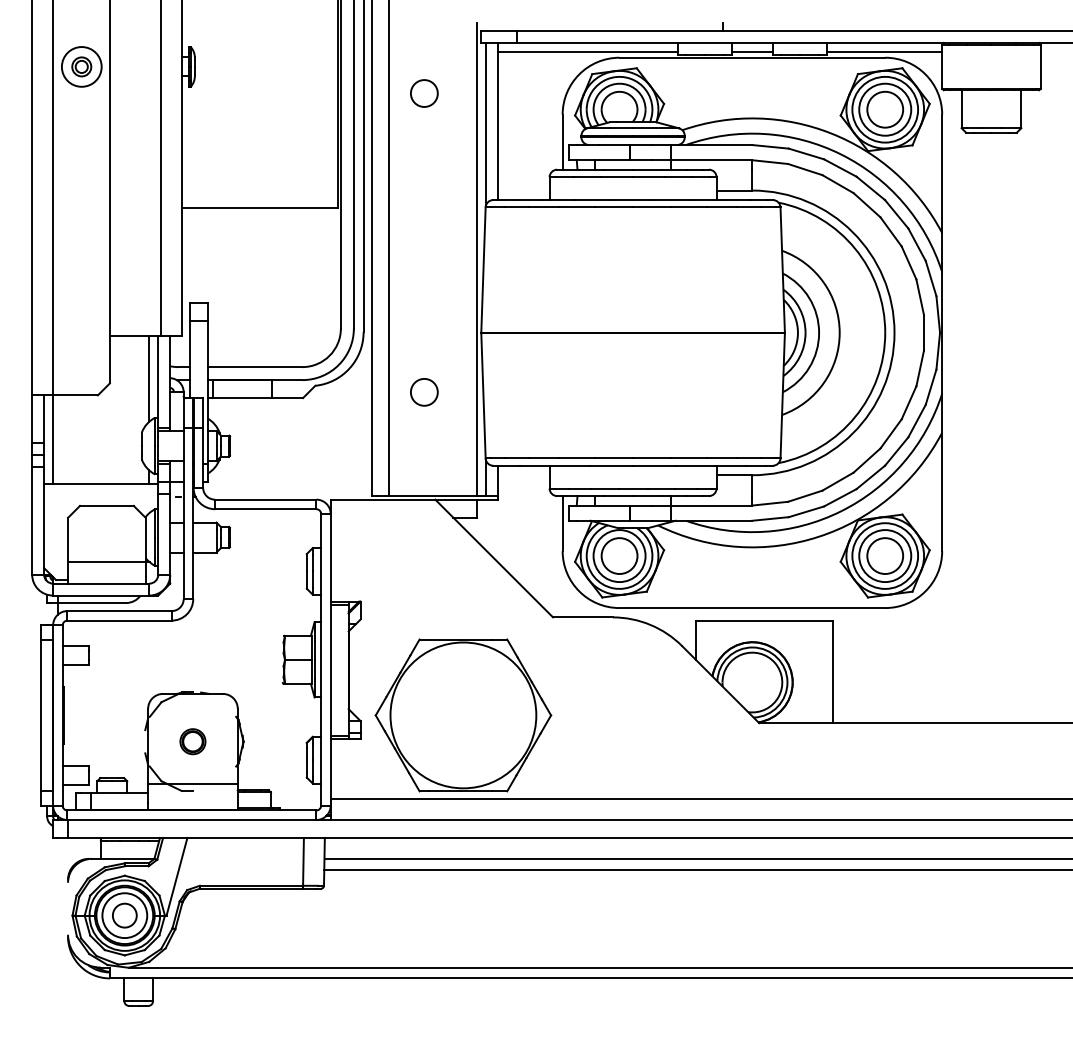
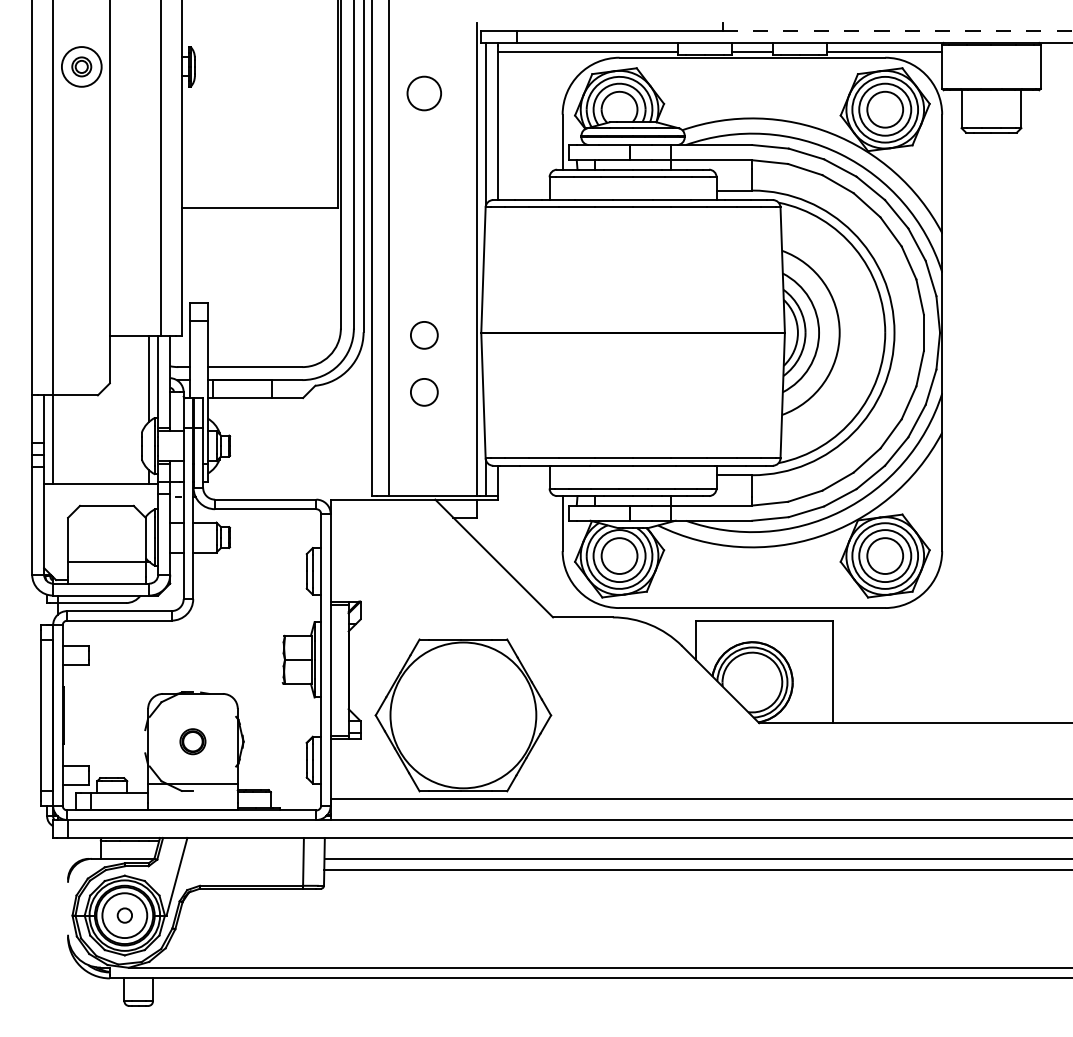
line at (897, 31): solid -> dashed
circle at (424, 93) size: 29x29 px -> 36x37 px
circle at (424, 335): none -> present
circle at (124, 915) size: 26x27 px -> 17x17 px
